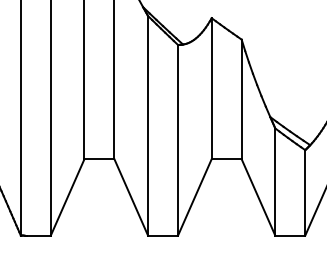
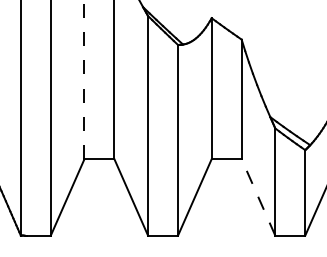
line at (84, 79): solid -> dashed
line at (258, 197): solid -> dashed
